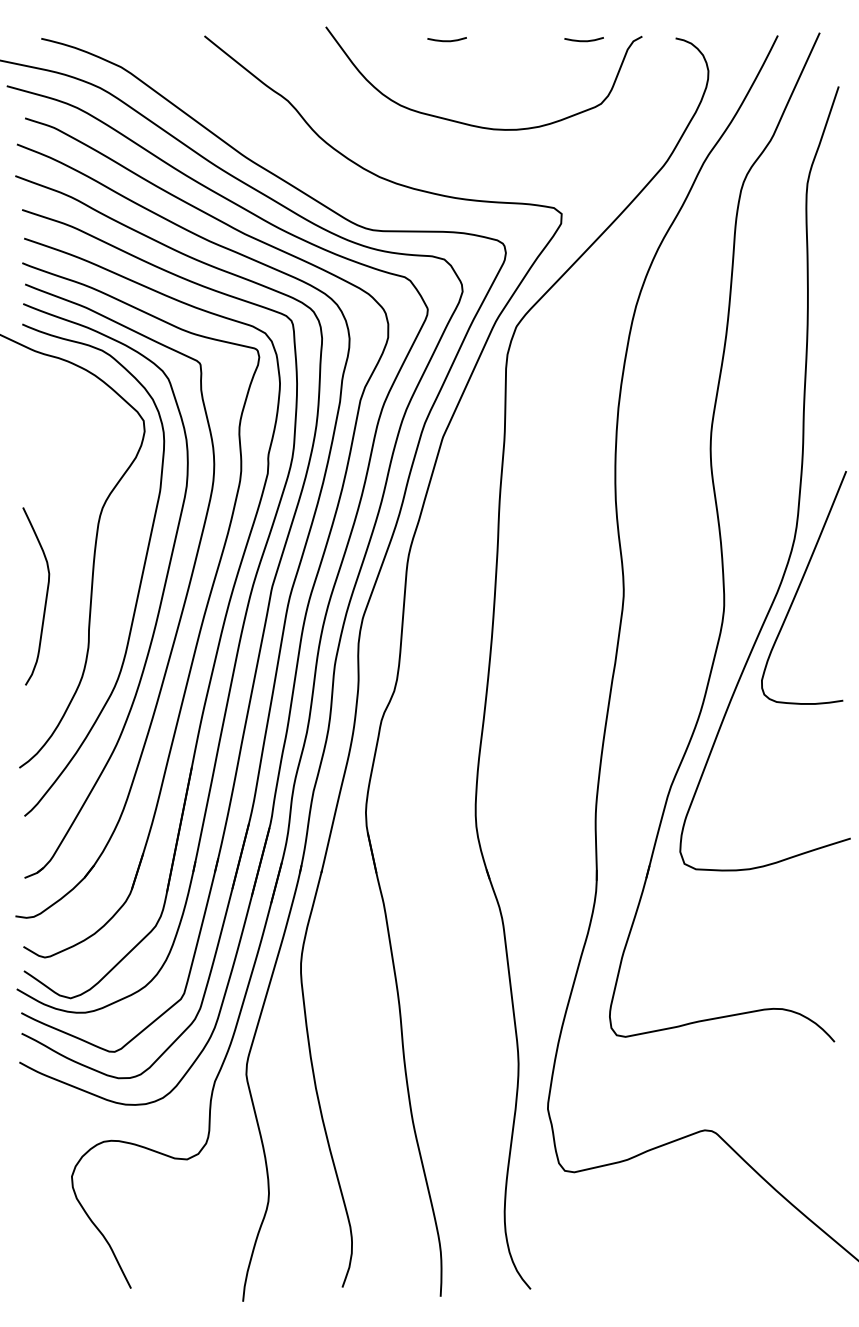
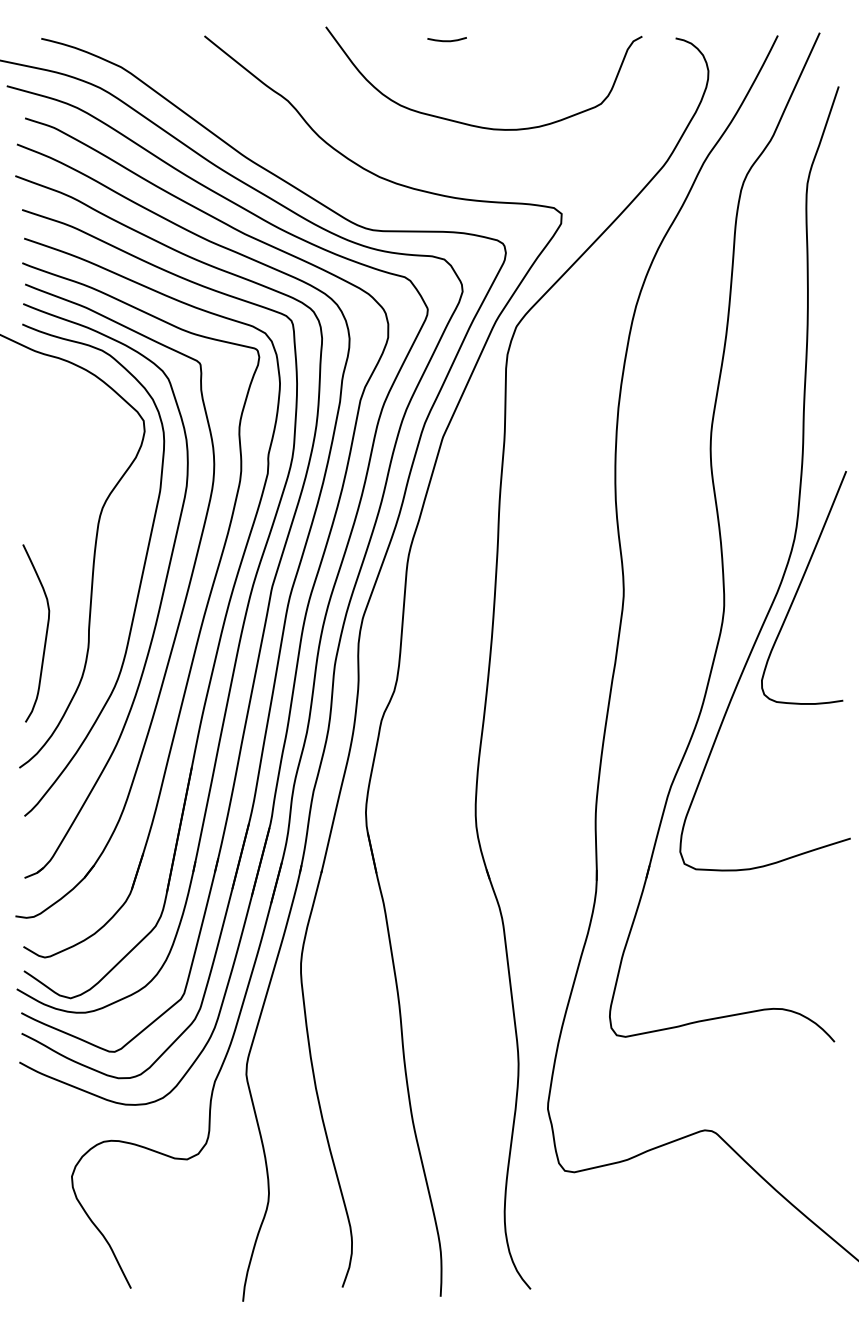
curve at (583, 40): present -> none
curve at (45, 596) position: (45, 596) -> (45, 633)
